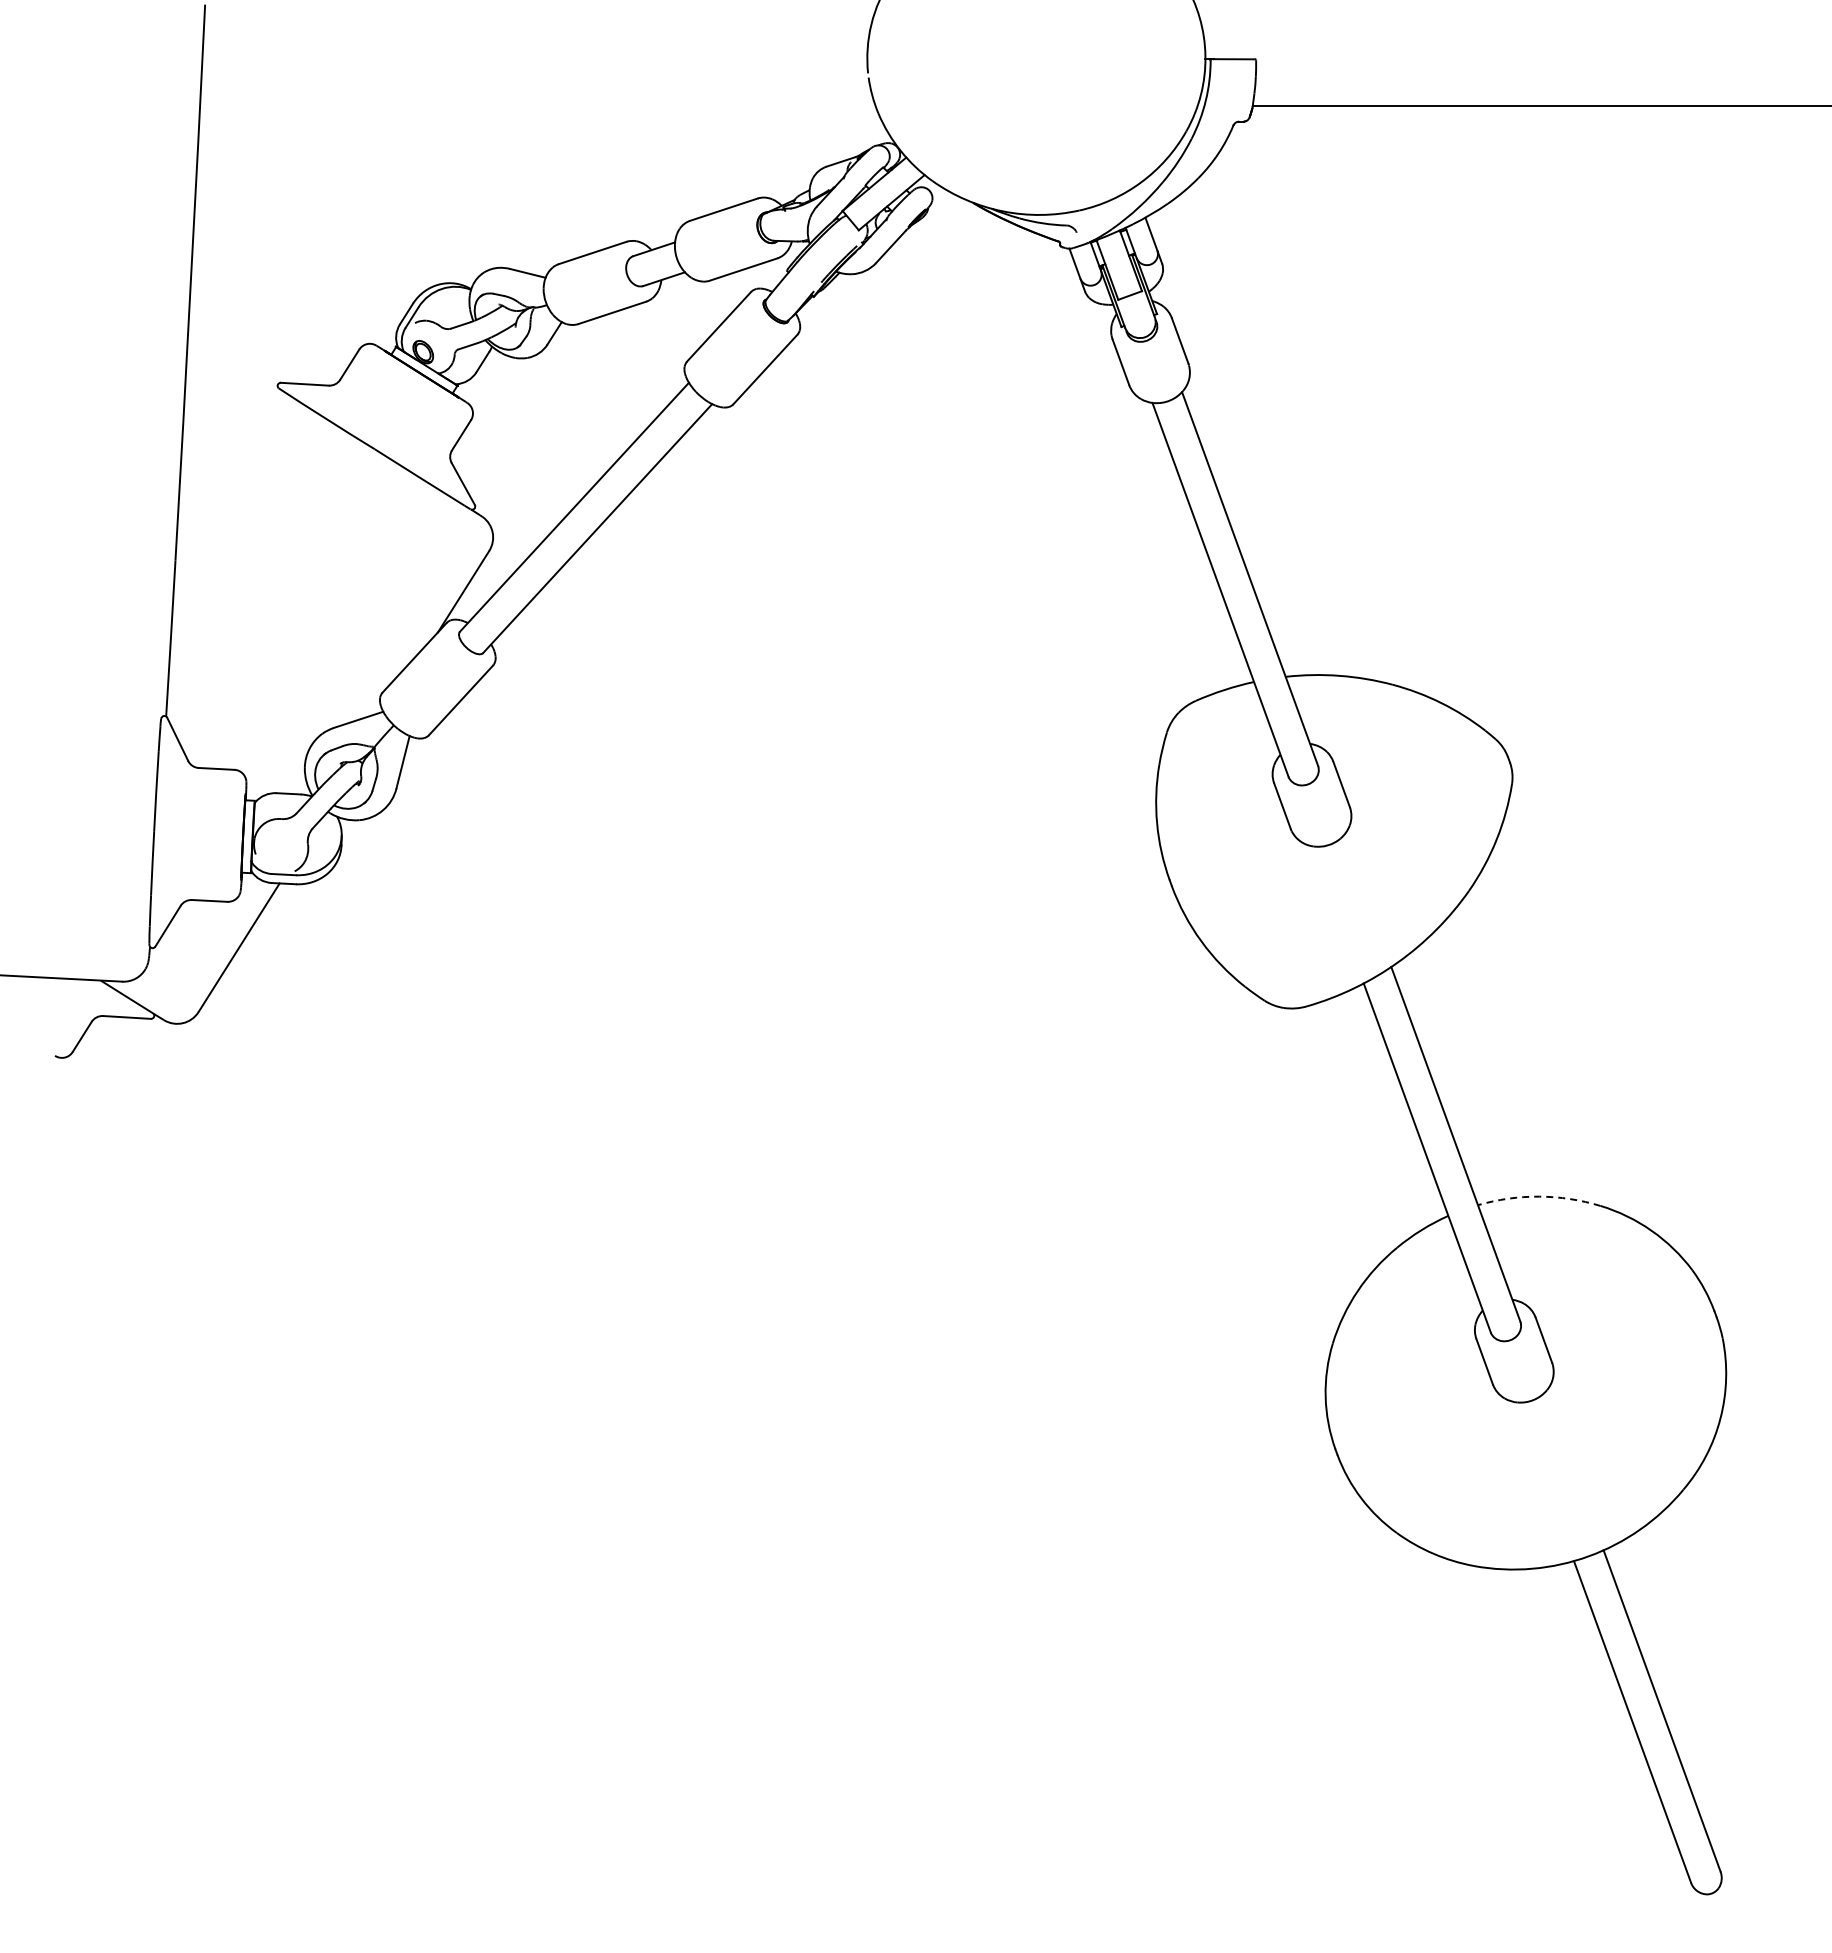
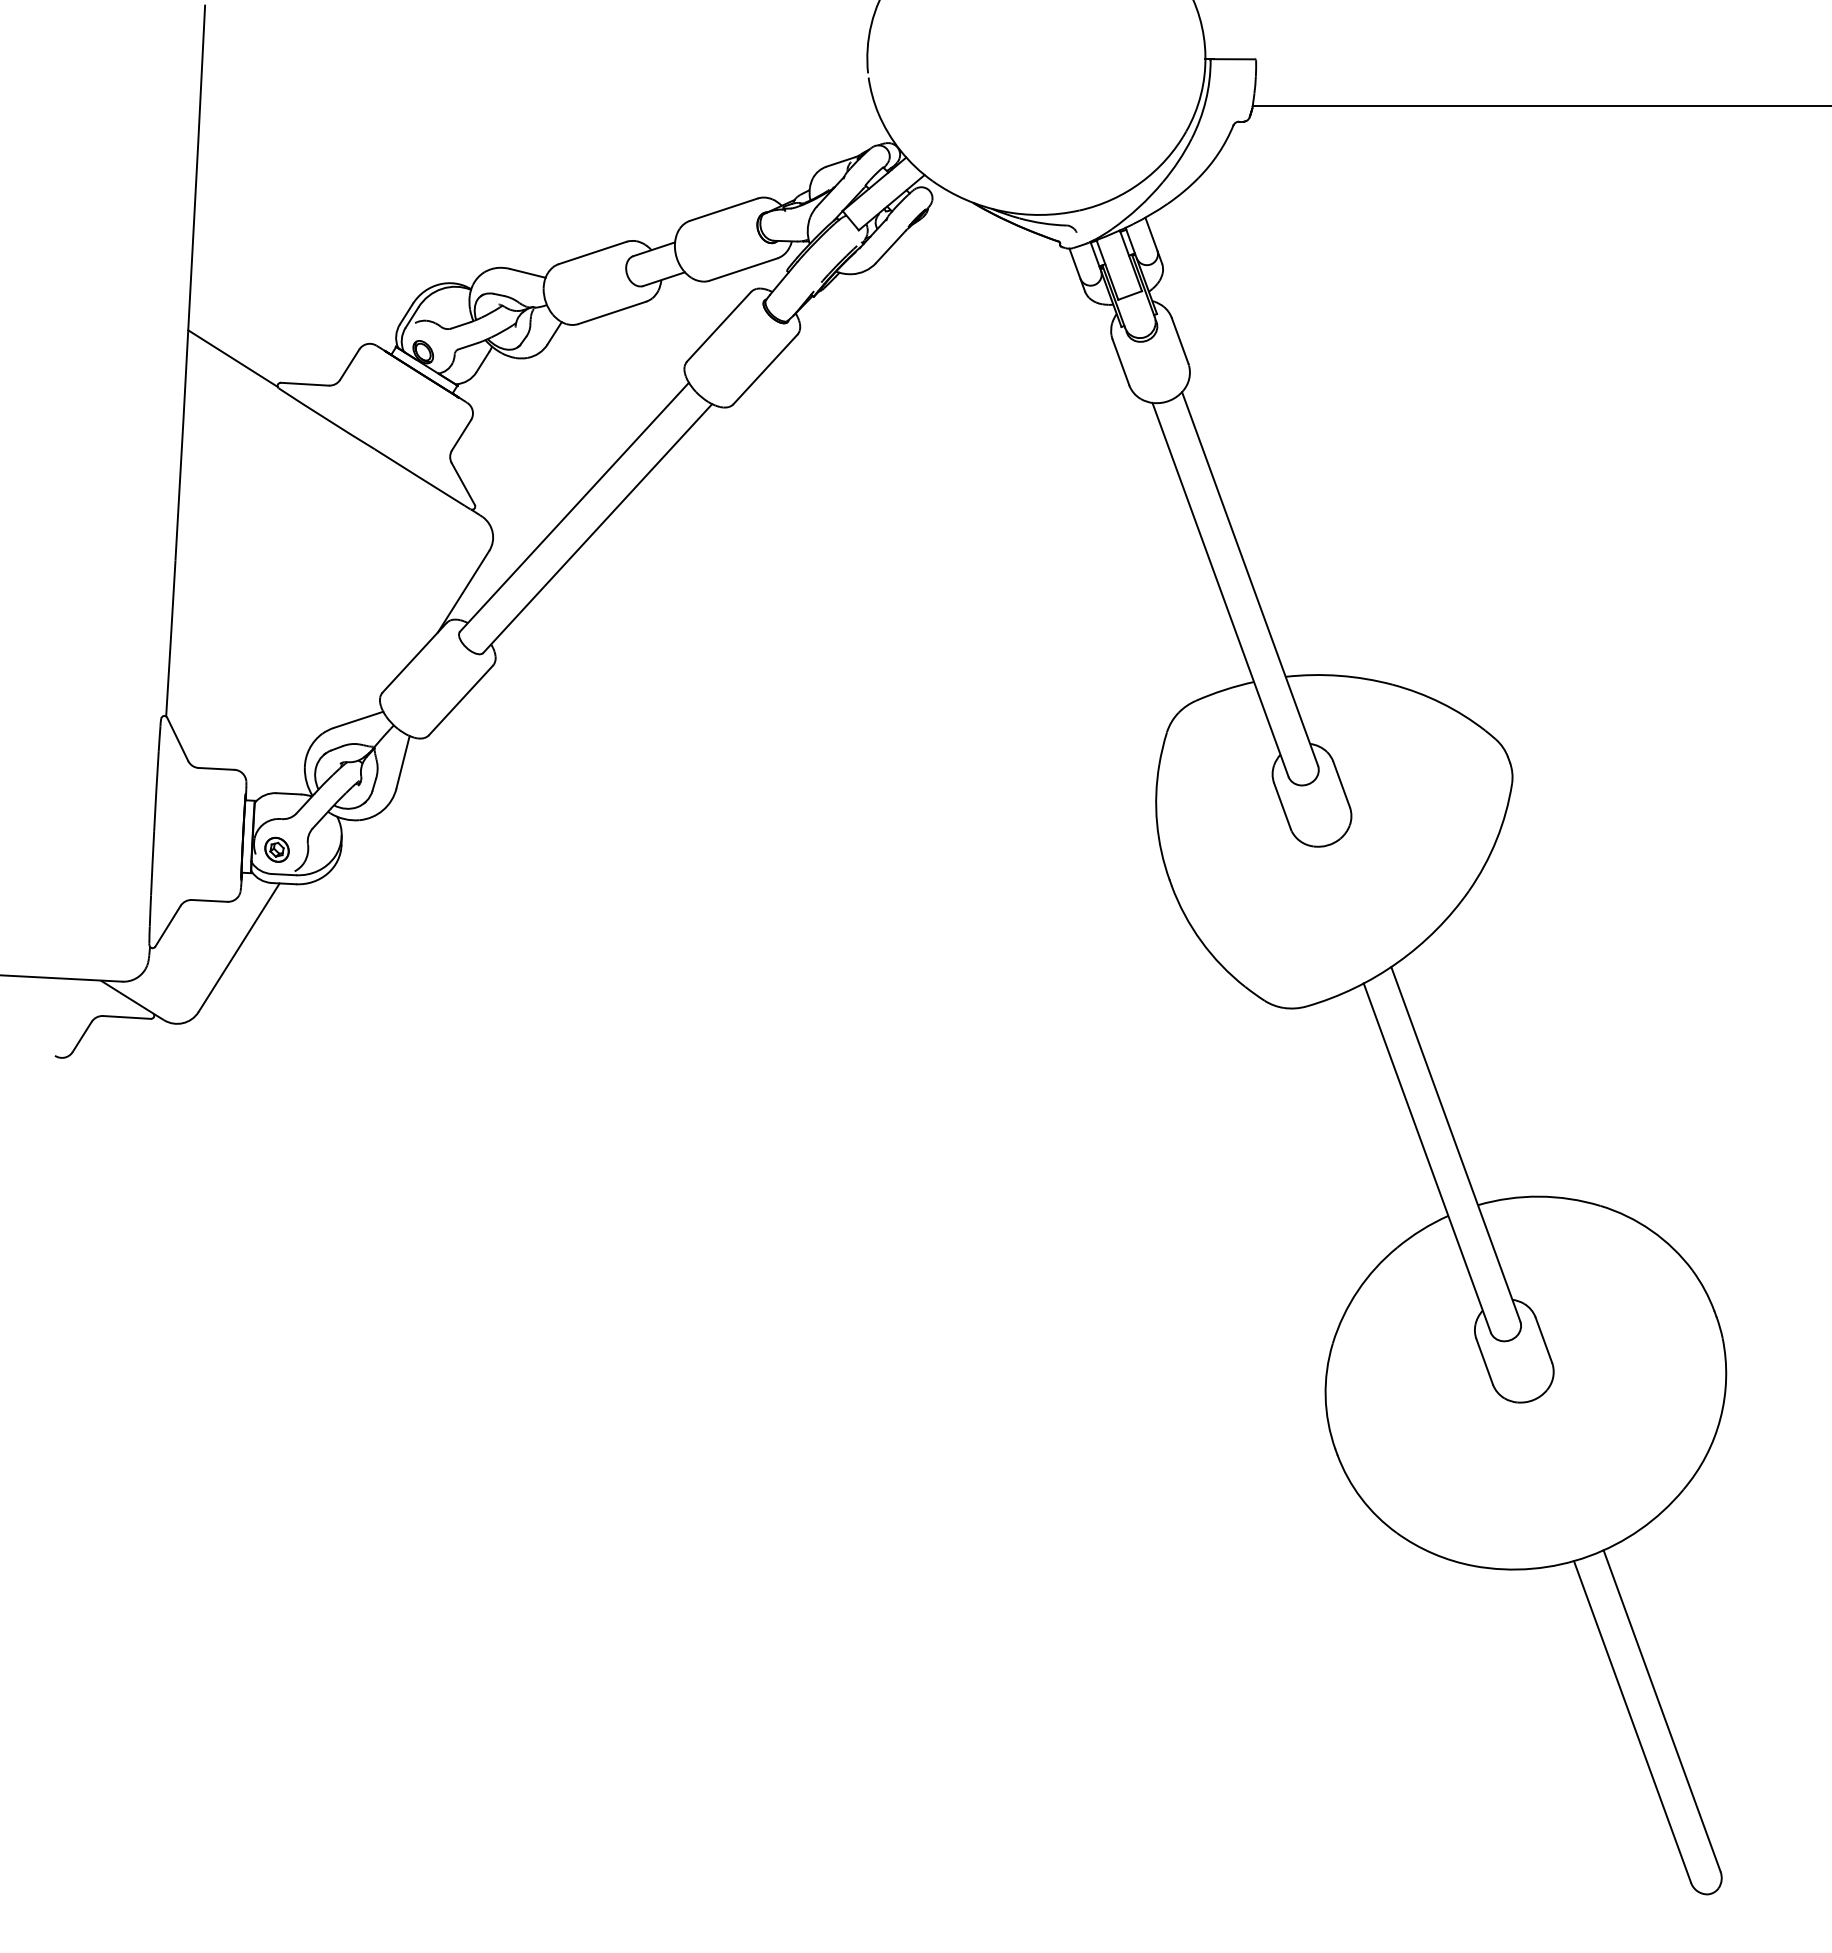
line at (232, 358): none -> present
part at (276, 849): none -> present
arc at (1539, 1196): dashed -> solid
